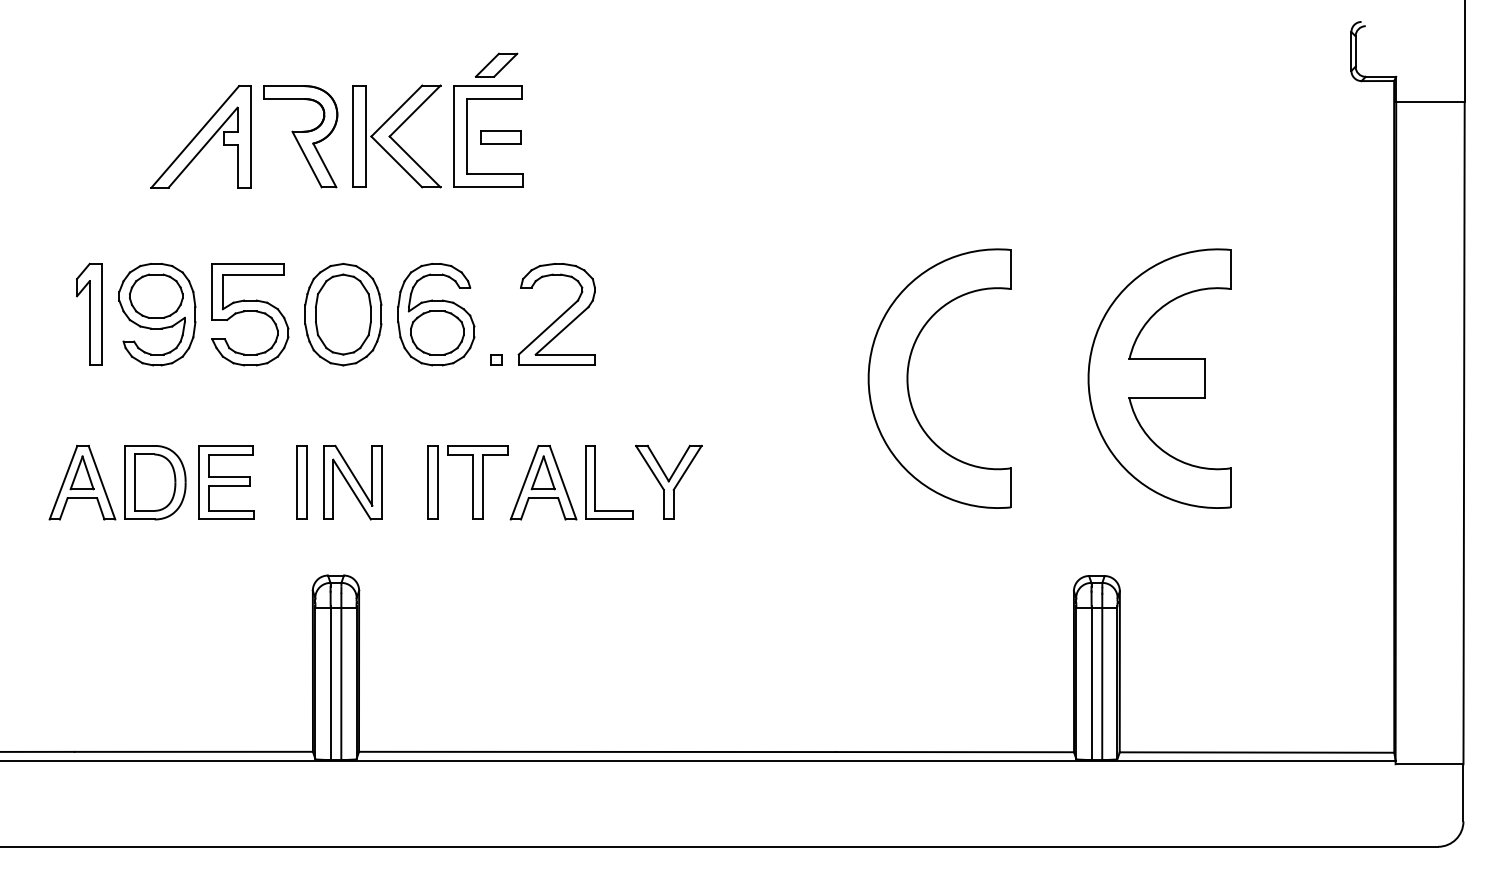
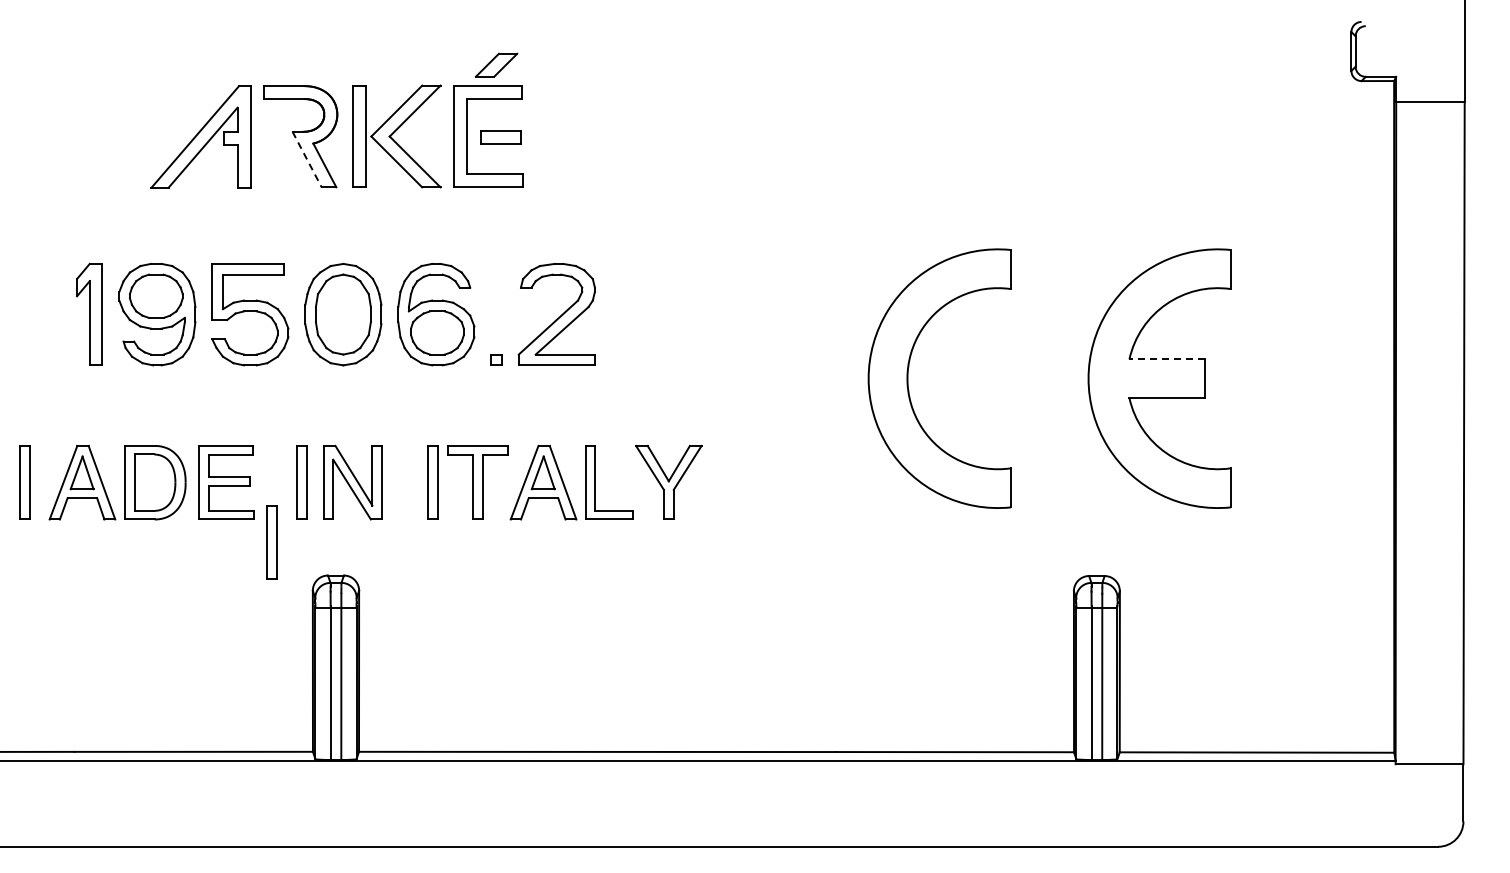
line at (307, 160): solid -> dashed
line at (1167, 359): solid -> dashed
part at (24, 482): none -> present
part at (271, 542): none -> present
